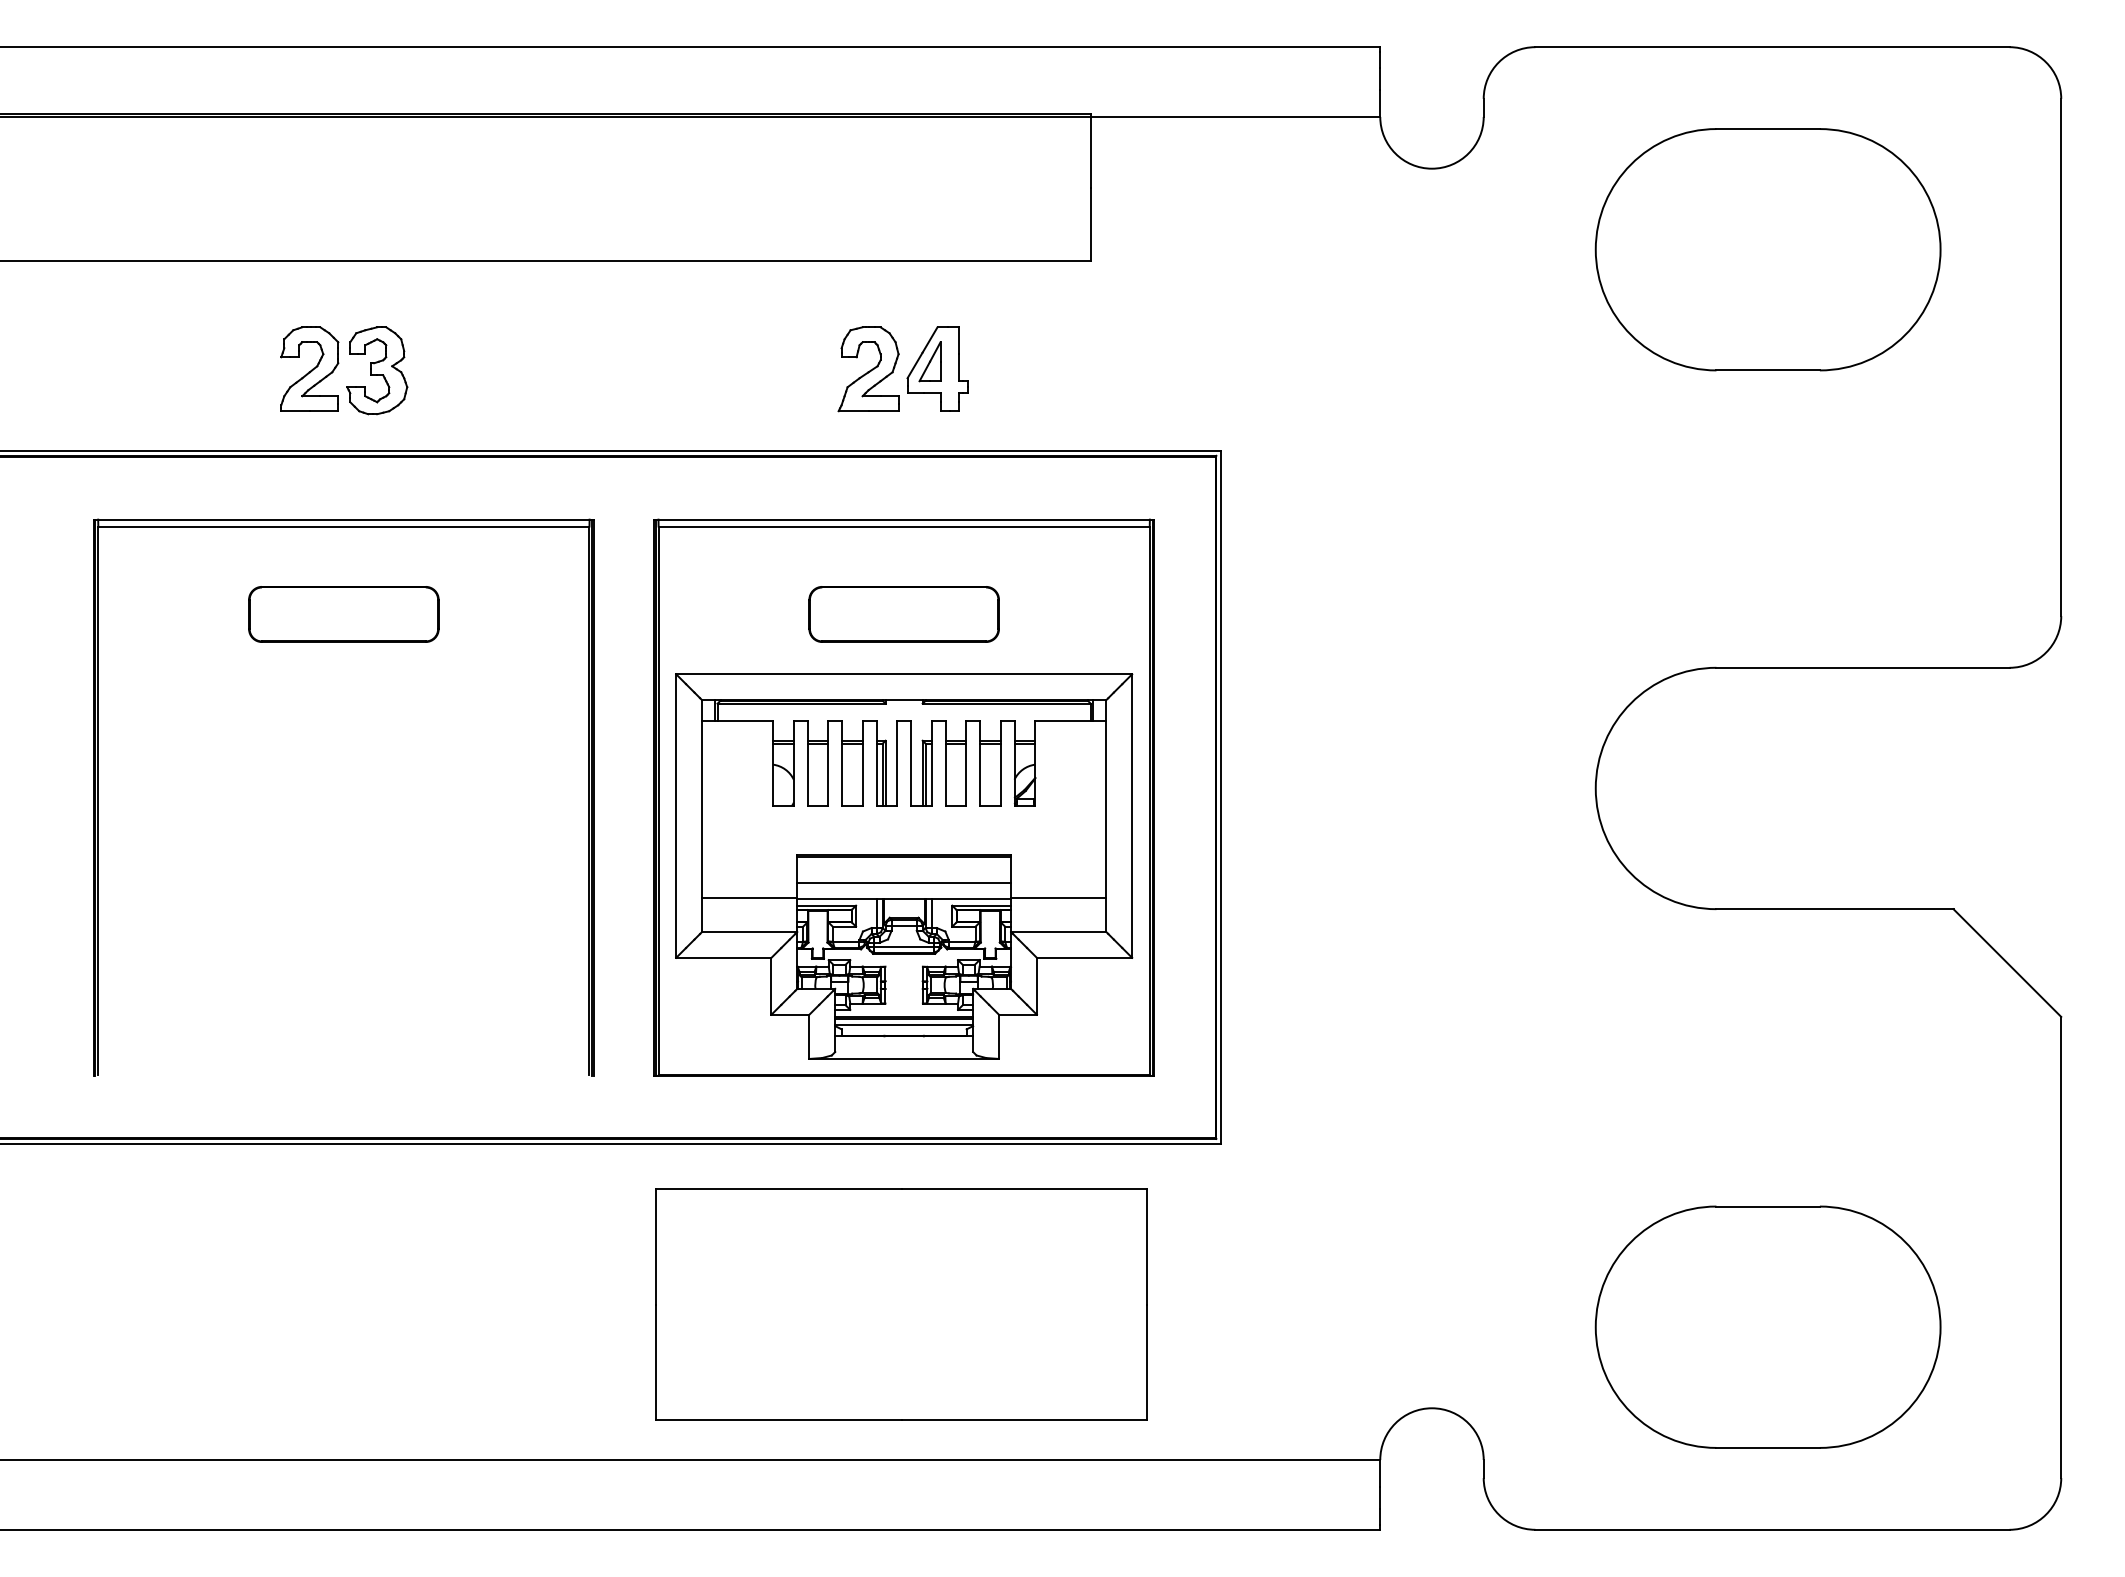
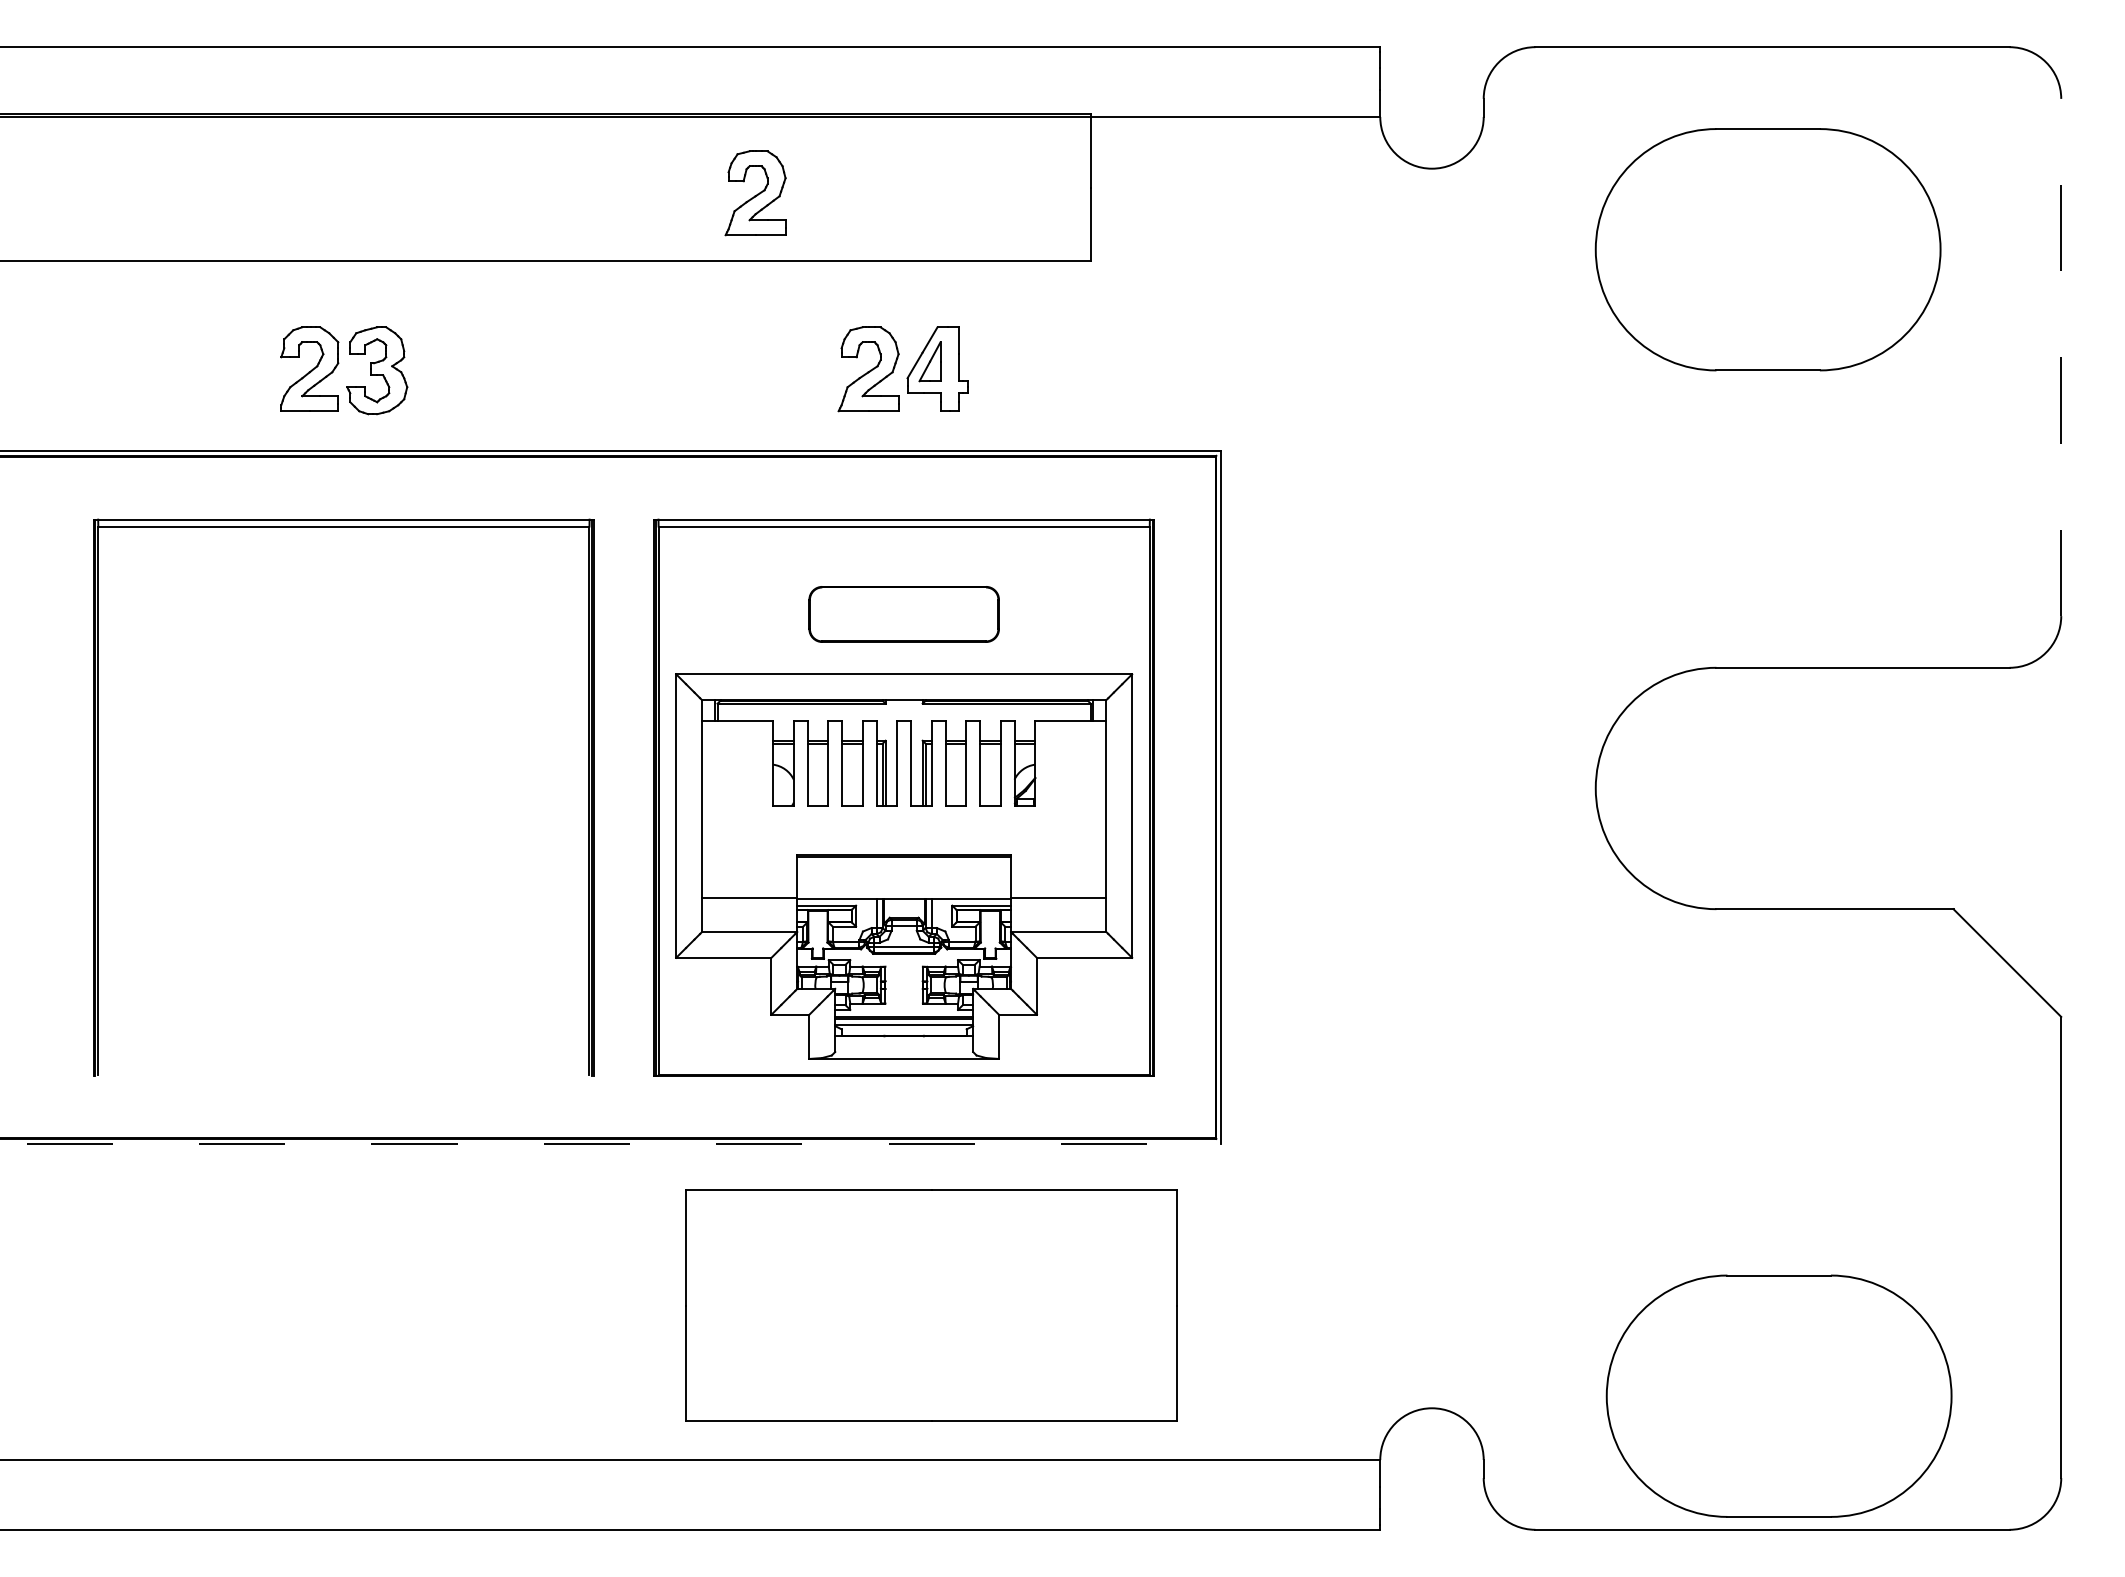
part at (755, 193): none -> present
line at (2061, 357): solid -> dashed
part at (343, 614): present -> none
line at (904, 882): present -> none
line at (611, 1144): solid -> dashed
part at (901, 1304) position: (901, 1304) -> (931, 1305)
part at (1767, 1326) position: (1767, 1326) -> (1778, 1395)
